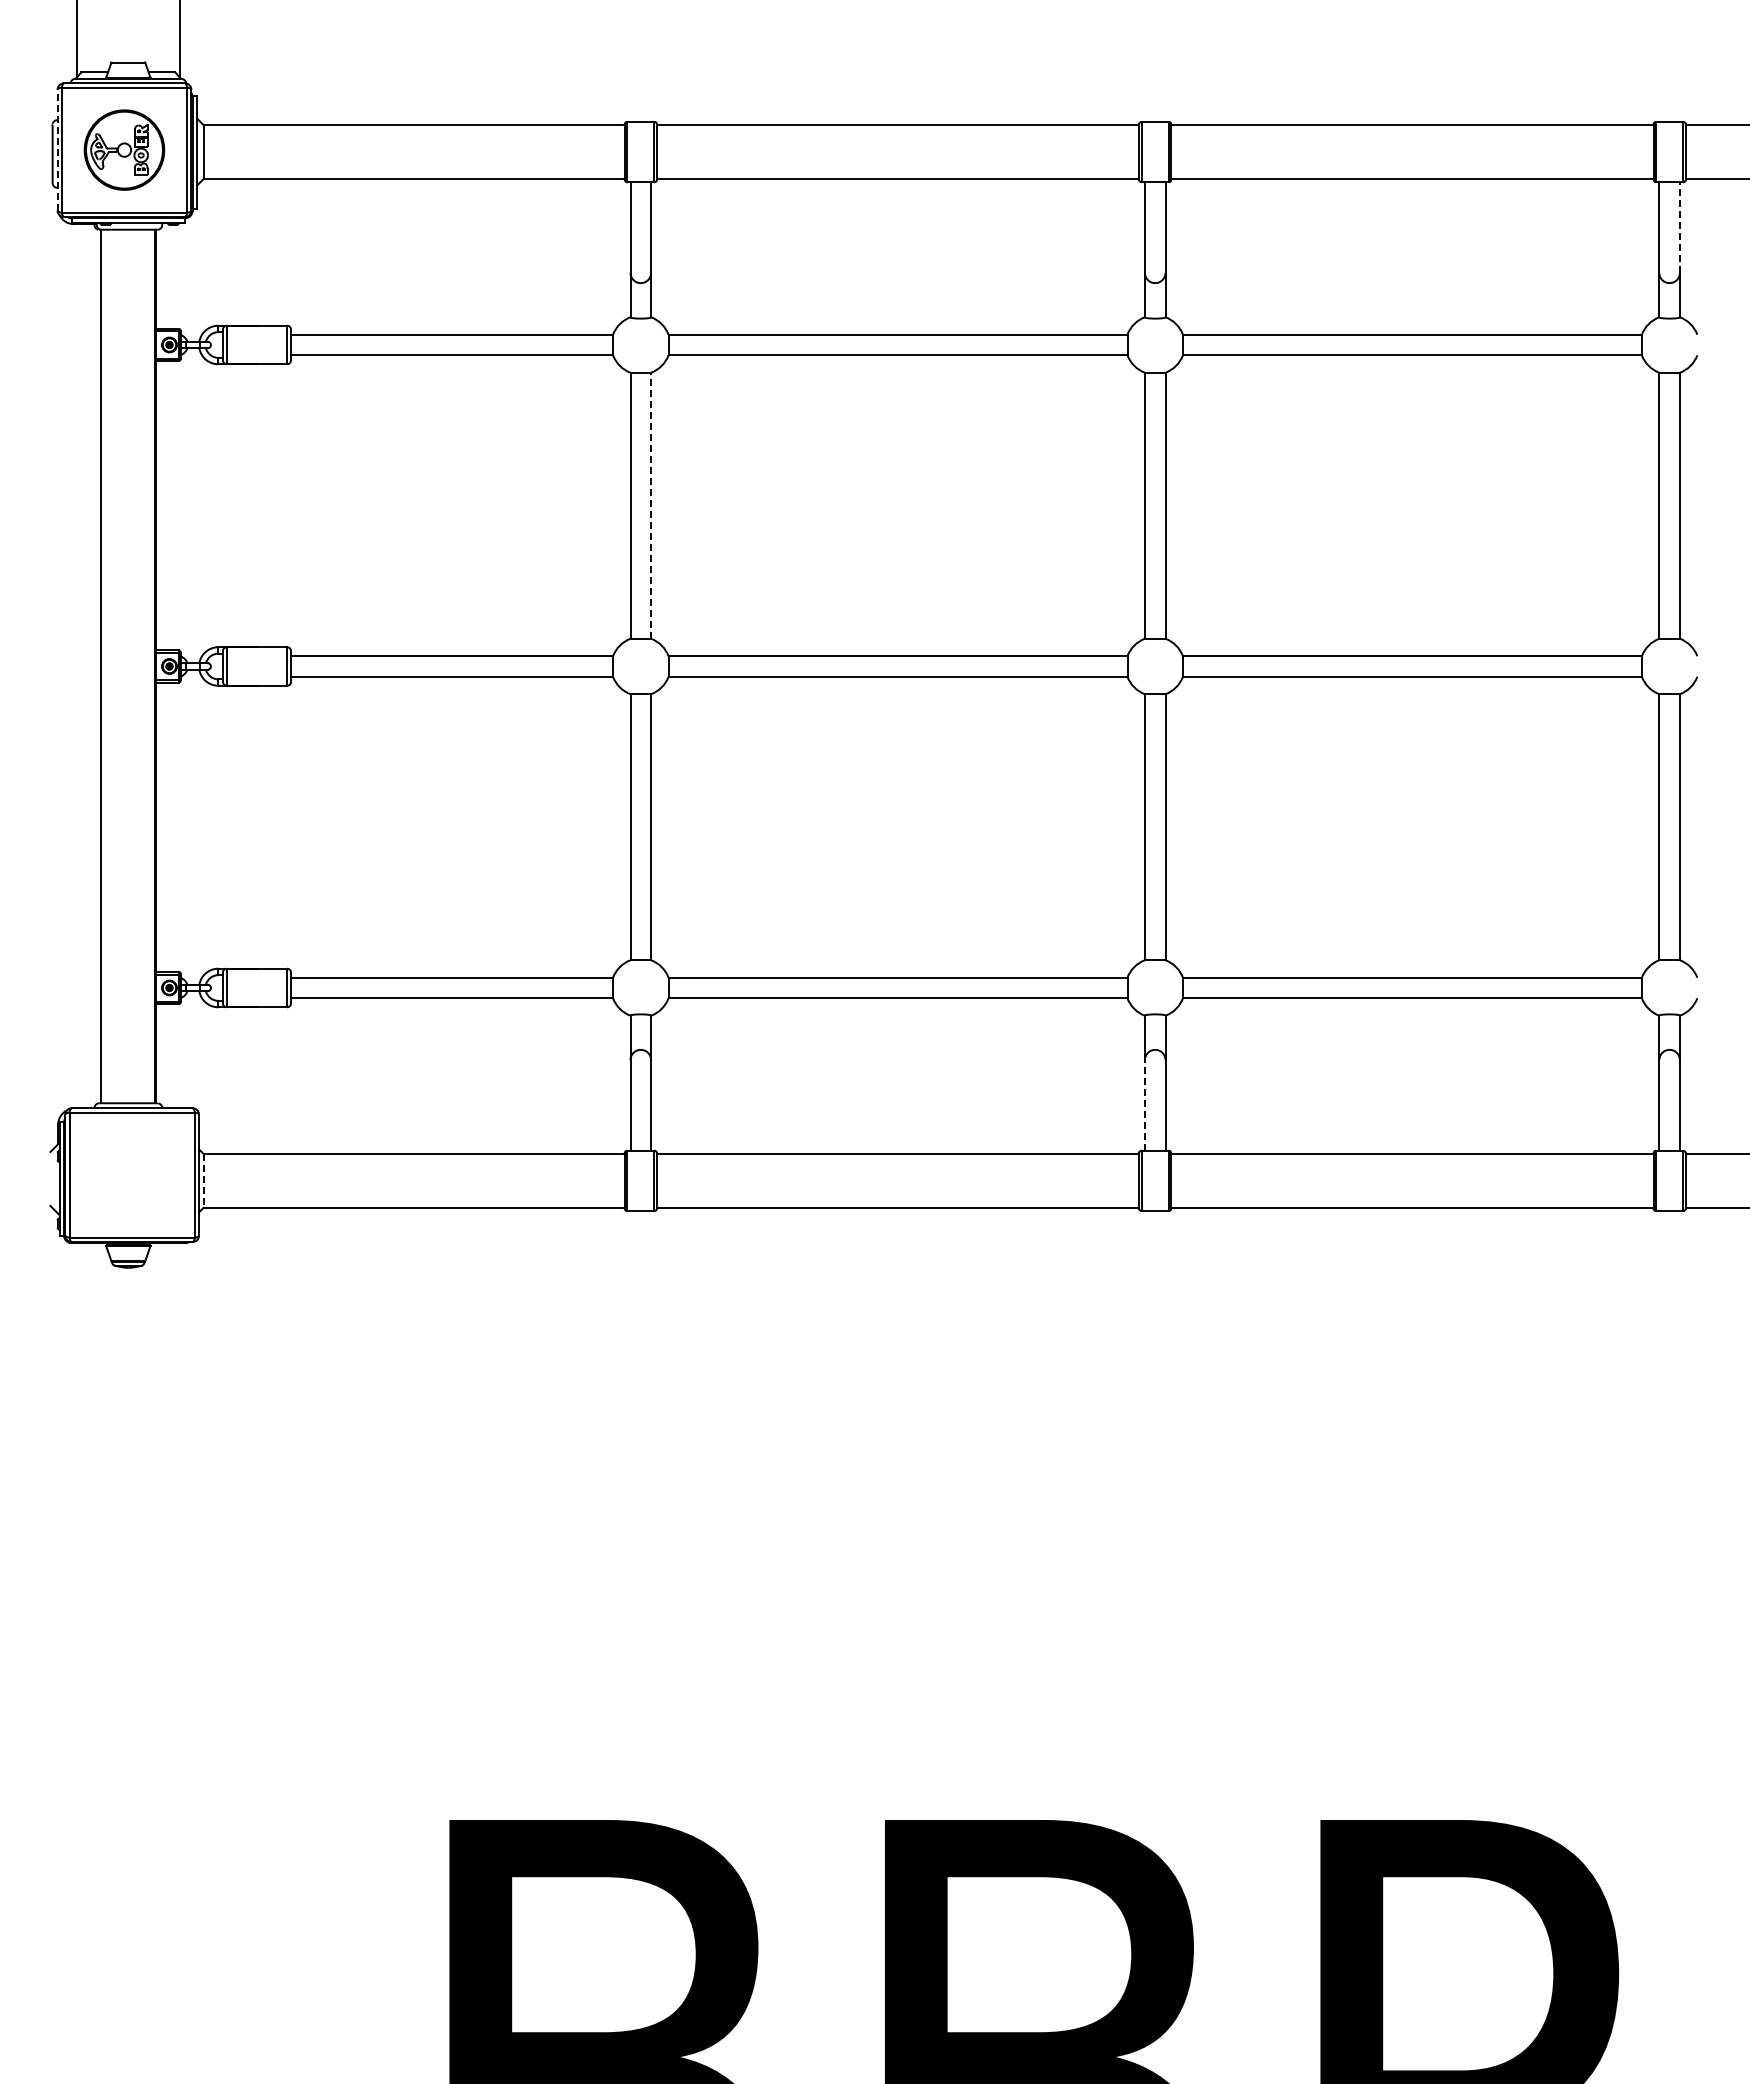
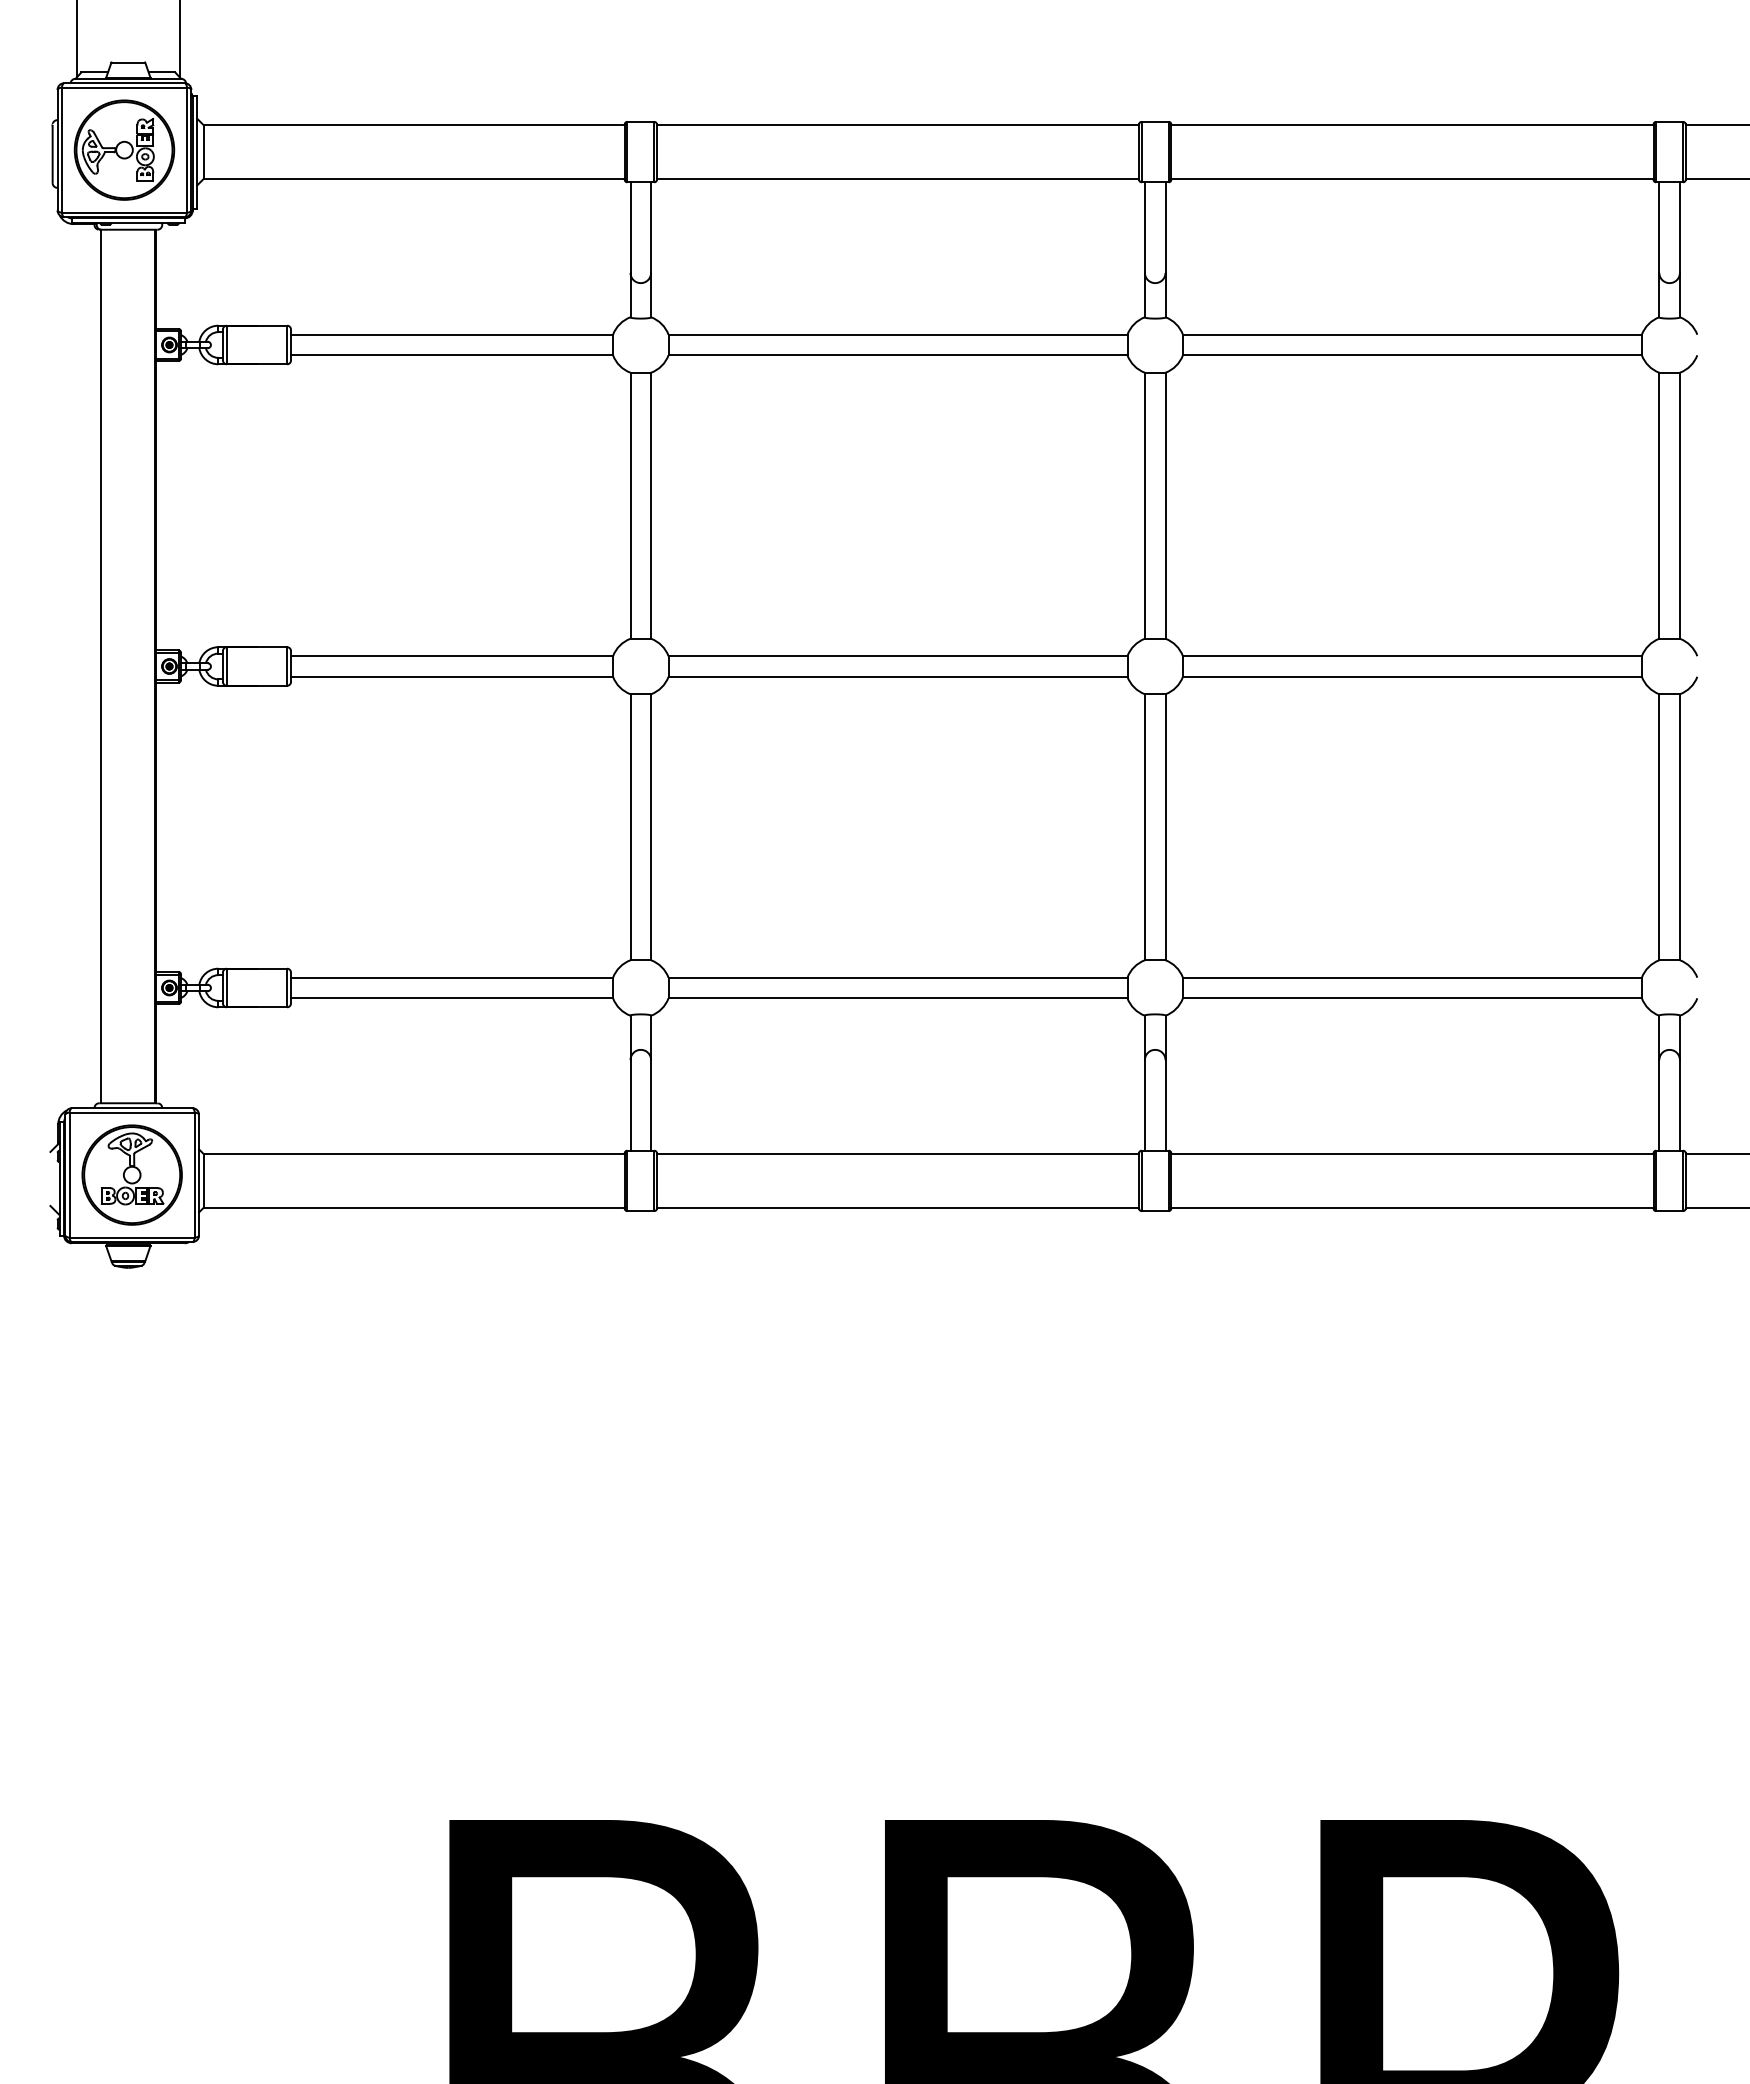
line at (57, 149): dashed -> solid
part at (124, 149) size: 83x82 px -> 103x102 px
line at (1679, 227): dashed -> solid
line at (651, 505): dashed -> solid
line at (1144, 1104): dashed -> solid
part at (131, 1174): none -> present
line at (203, 1181): dashed -> solid
